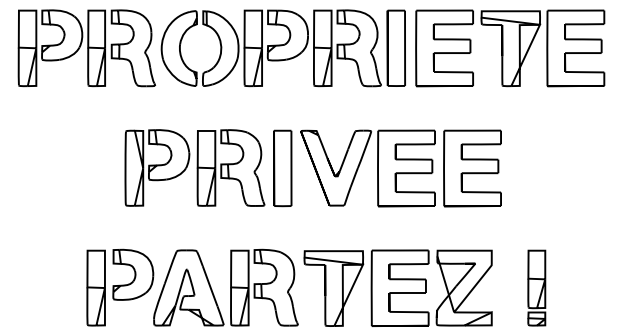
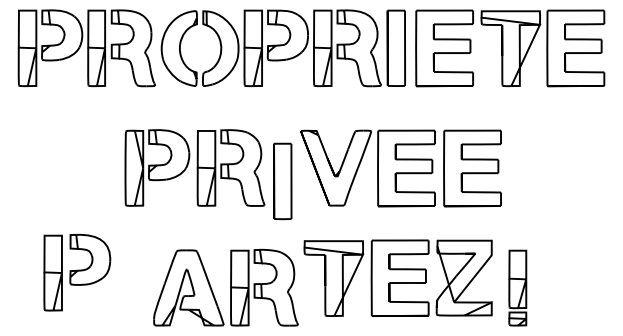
part at (282, 168) position: (282, 168) -> (282, 181)
part at (120, 287) position: (120, 287) -> (77, 272)
part at (397, 287) position: (397, 287) -> (397, 277)
part at (536, 287) position: (536, 287) -> (517, 287)
